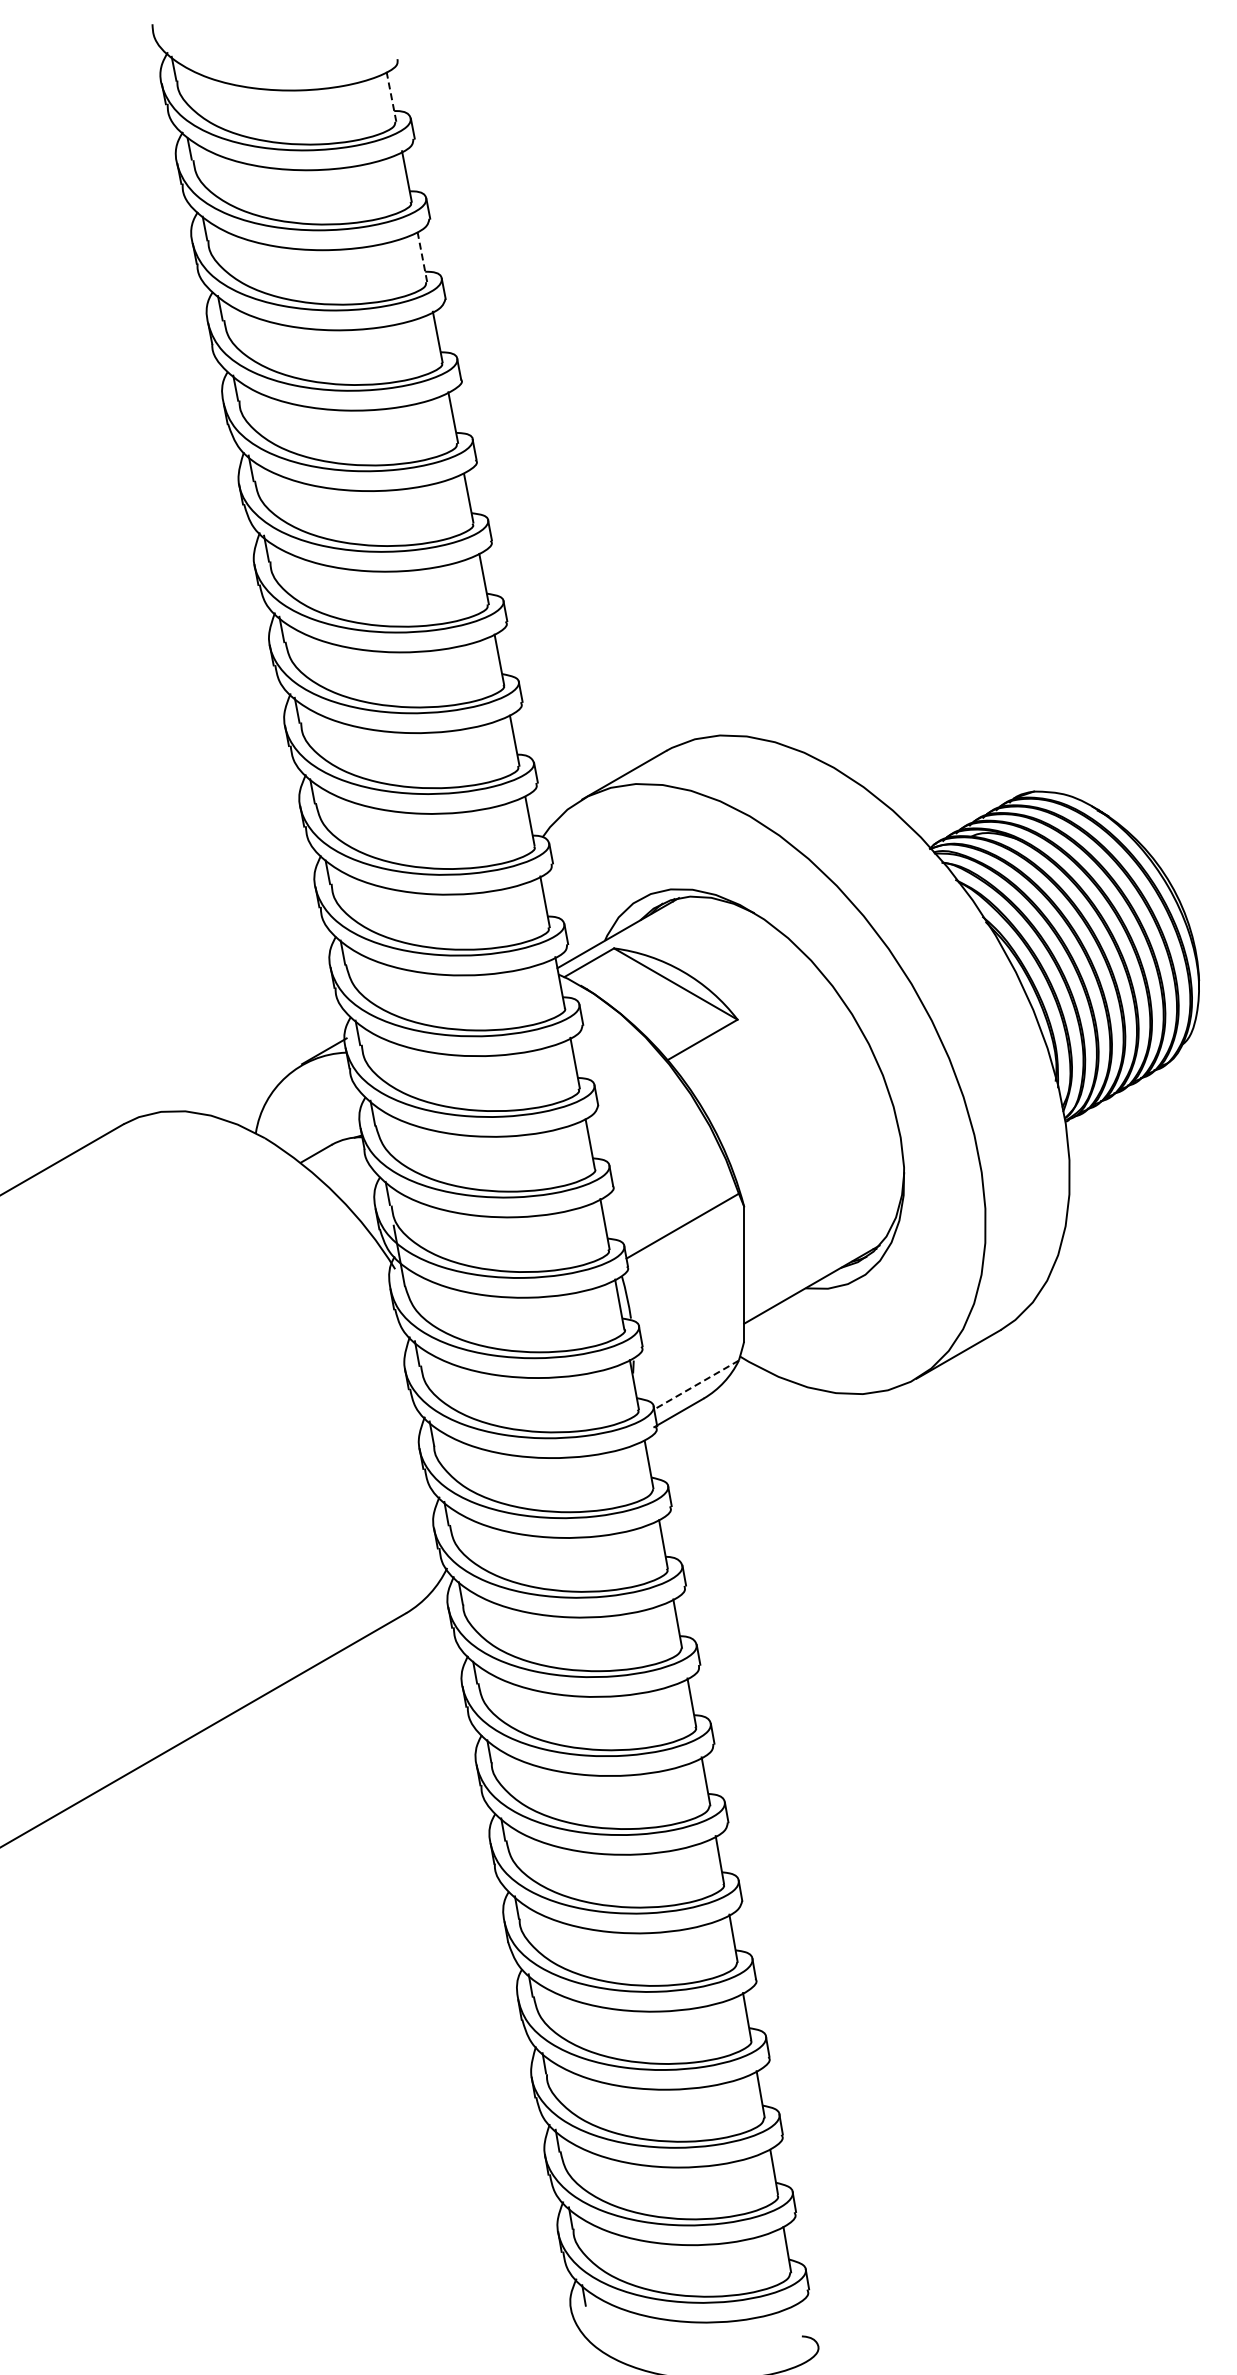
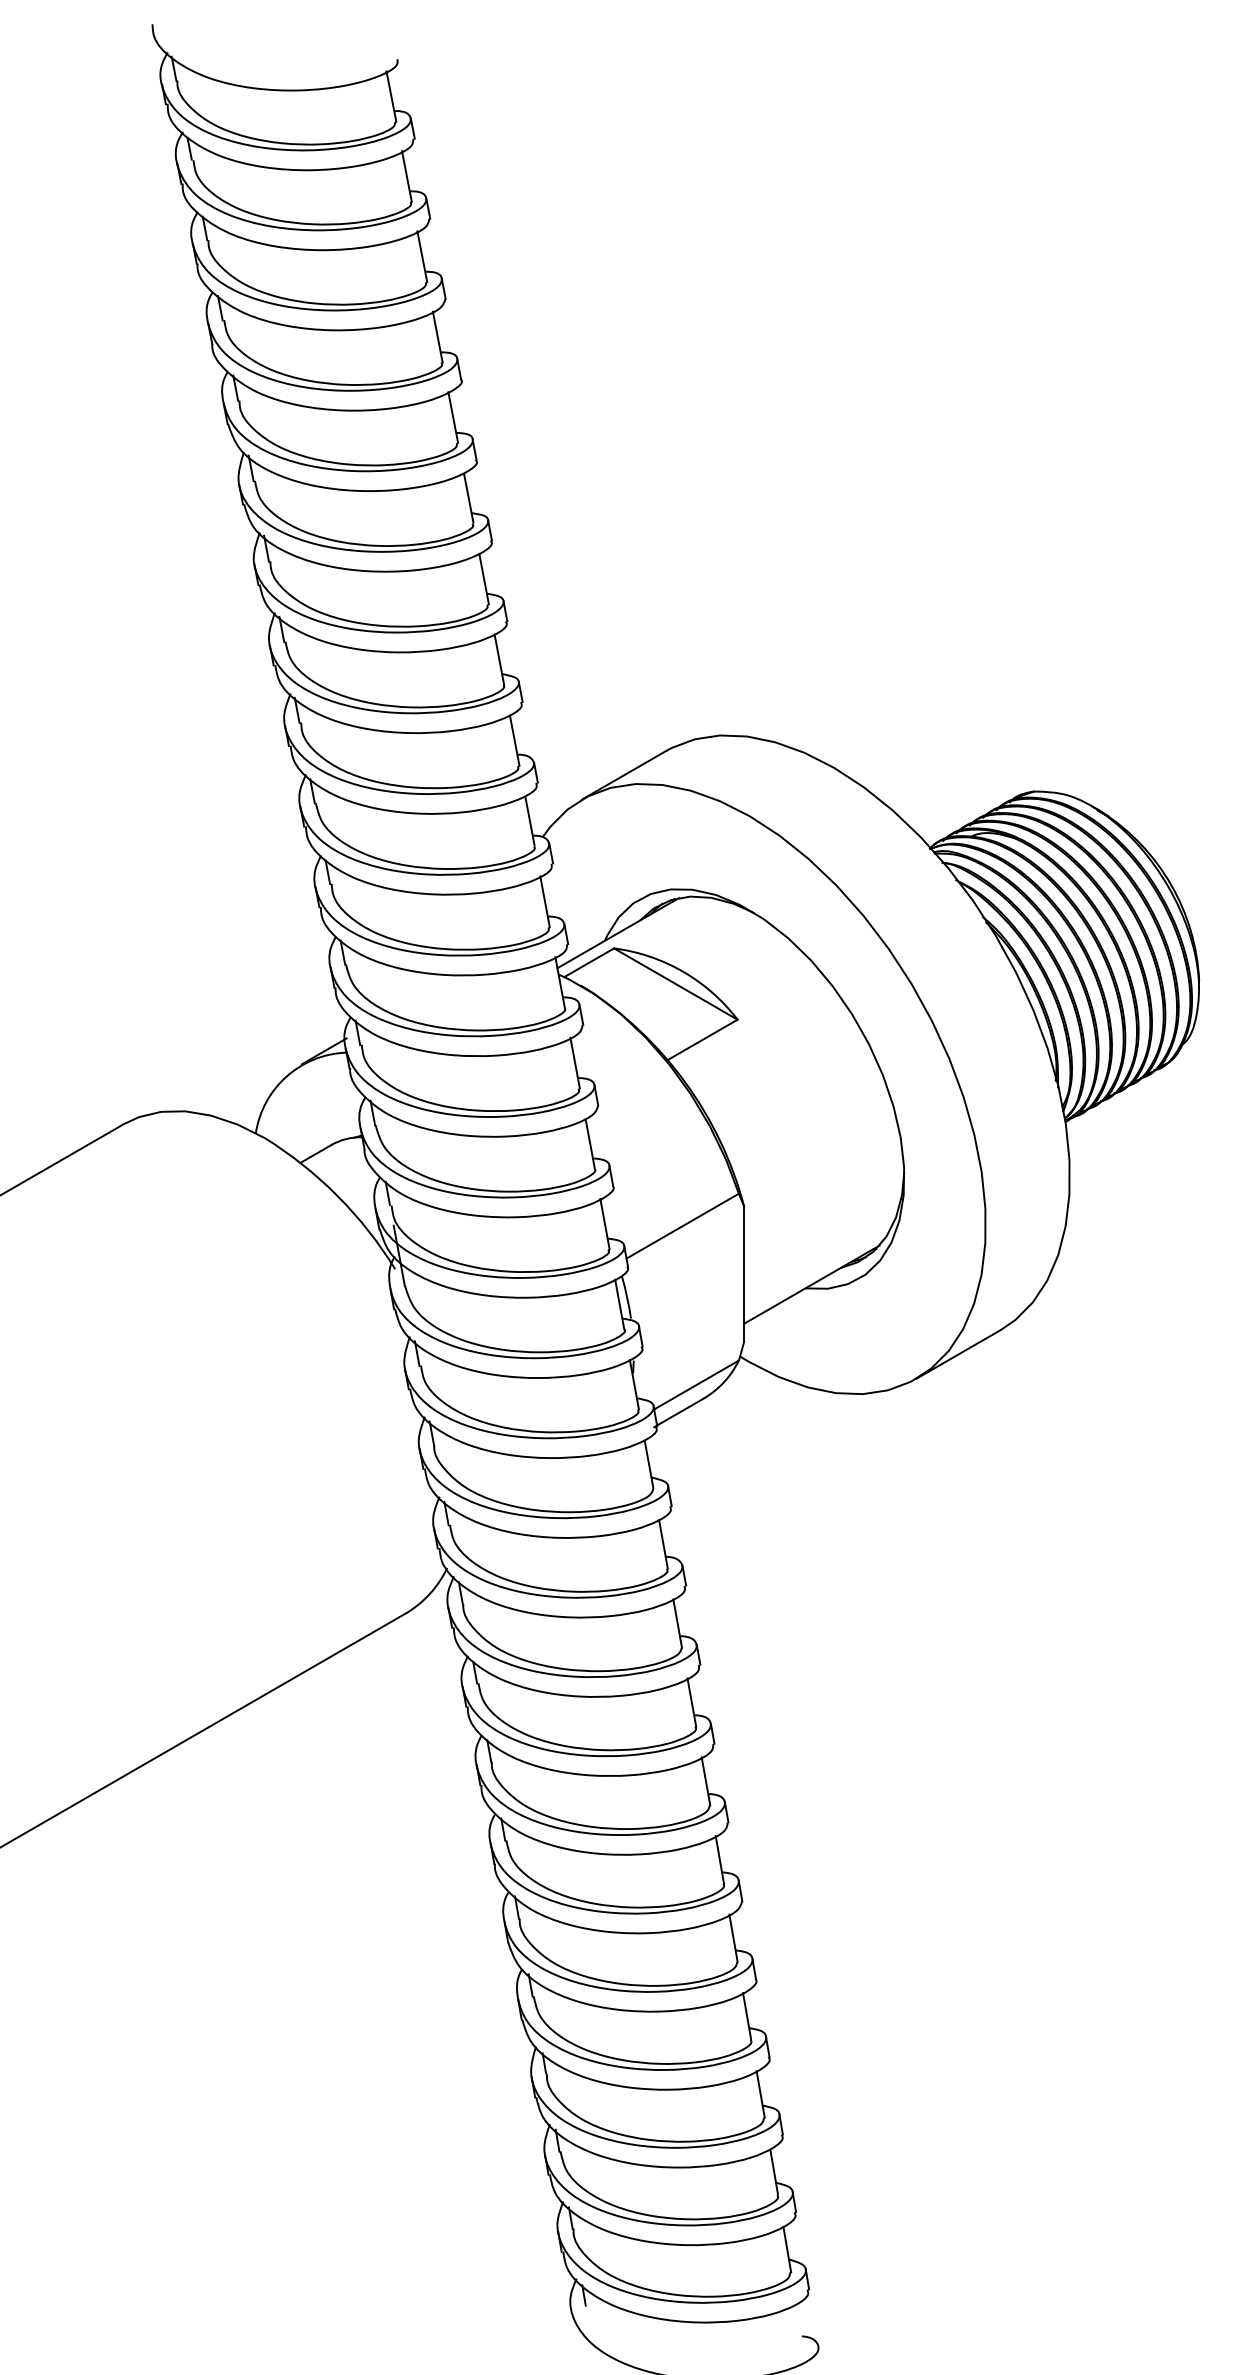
line at (391, 96): dashed -> solid
line at (422, 256): dashed -> solid
line at (696, 1385): dashed -> solid
